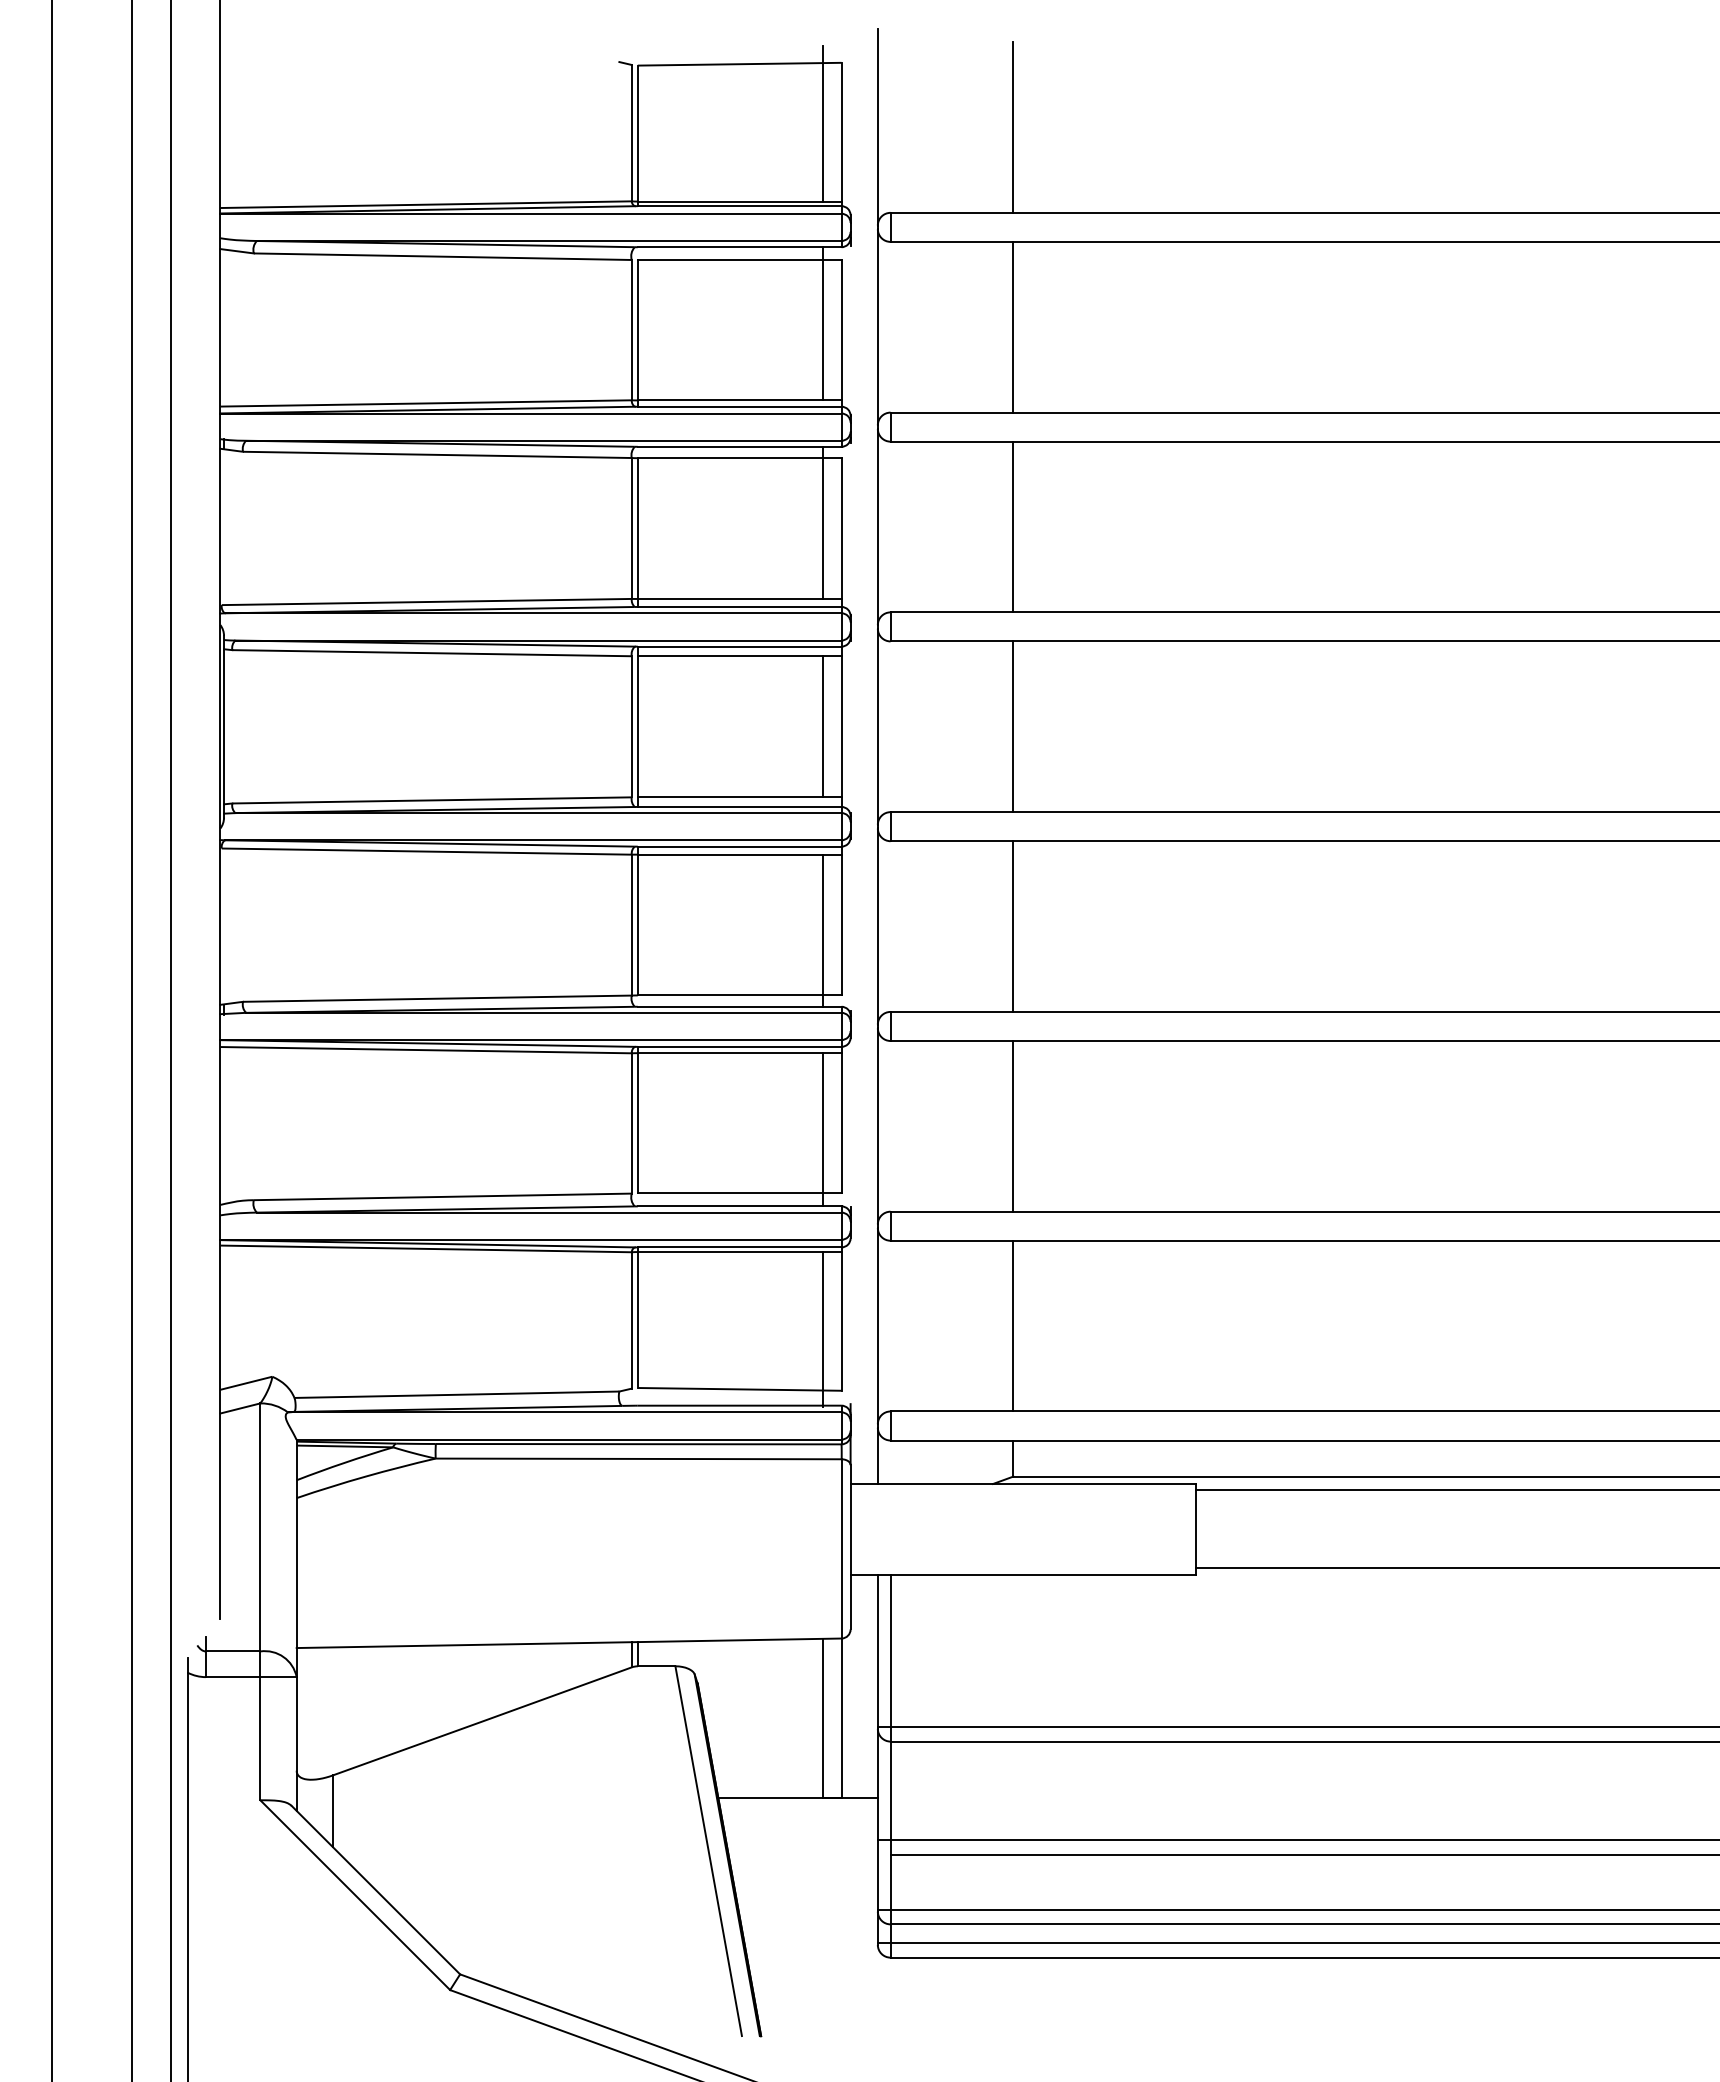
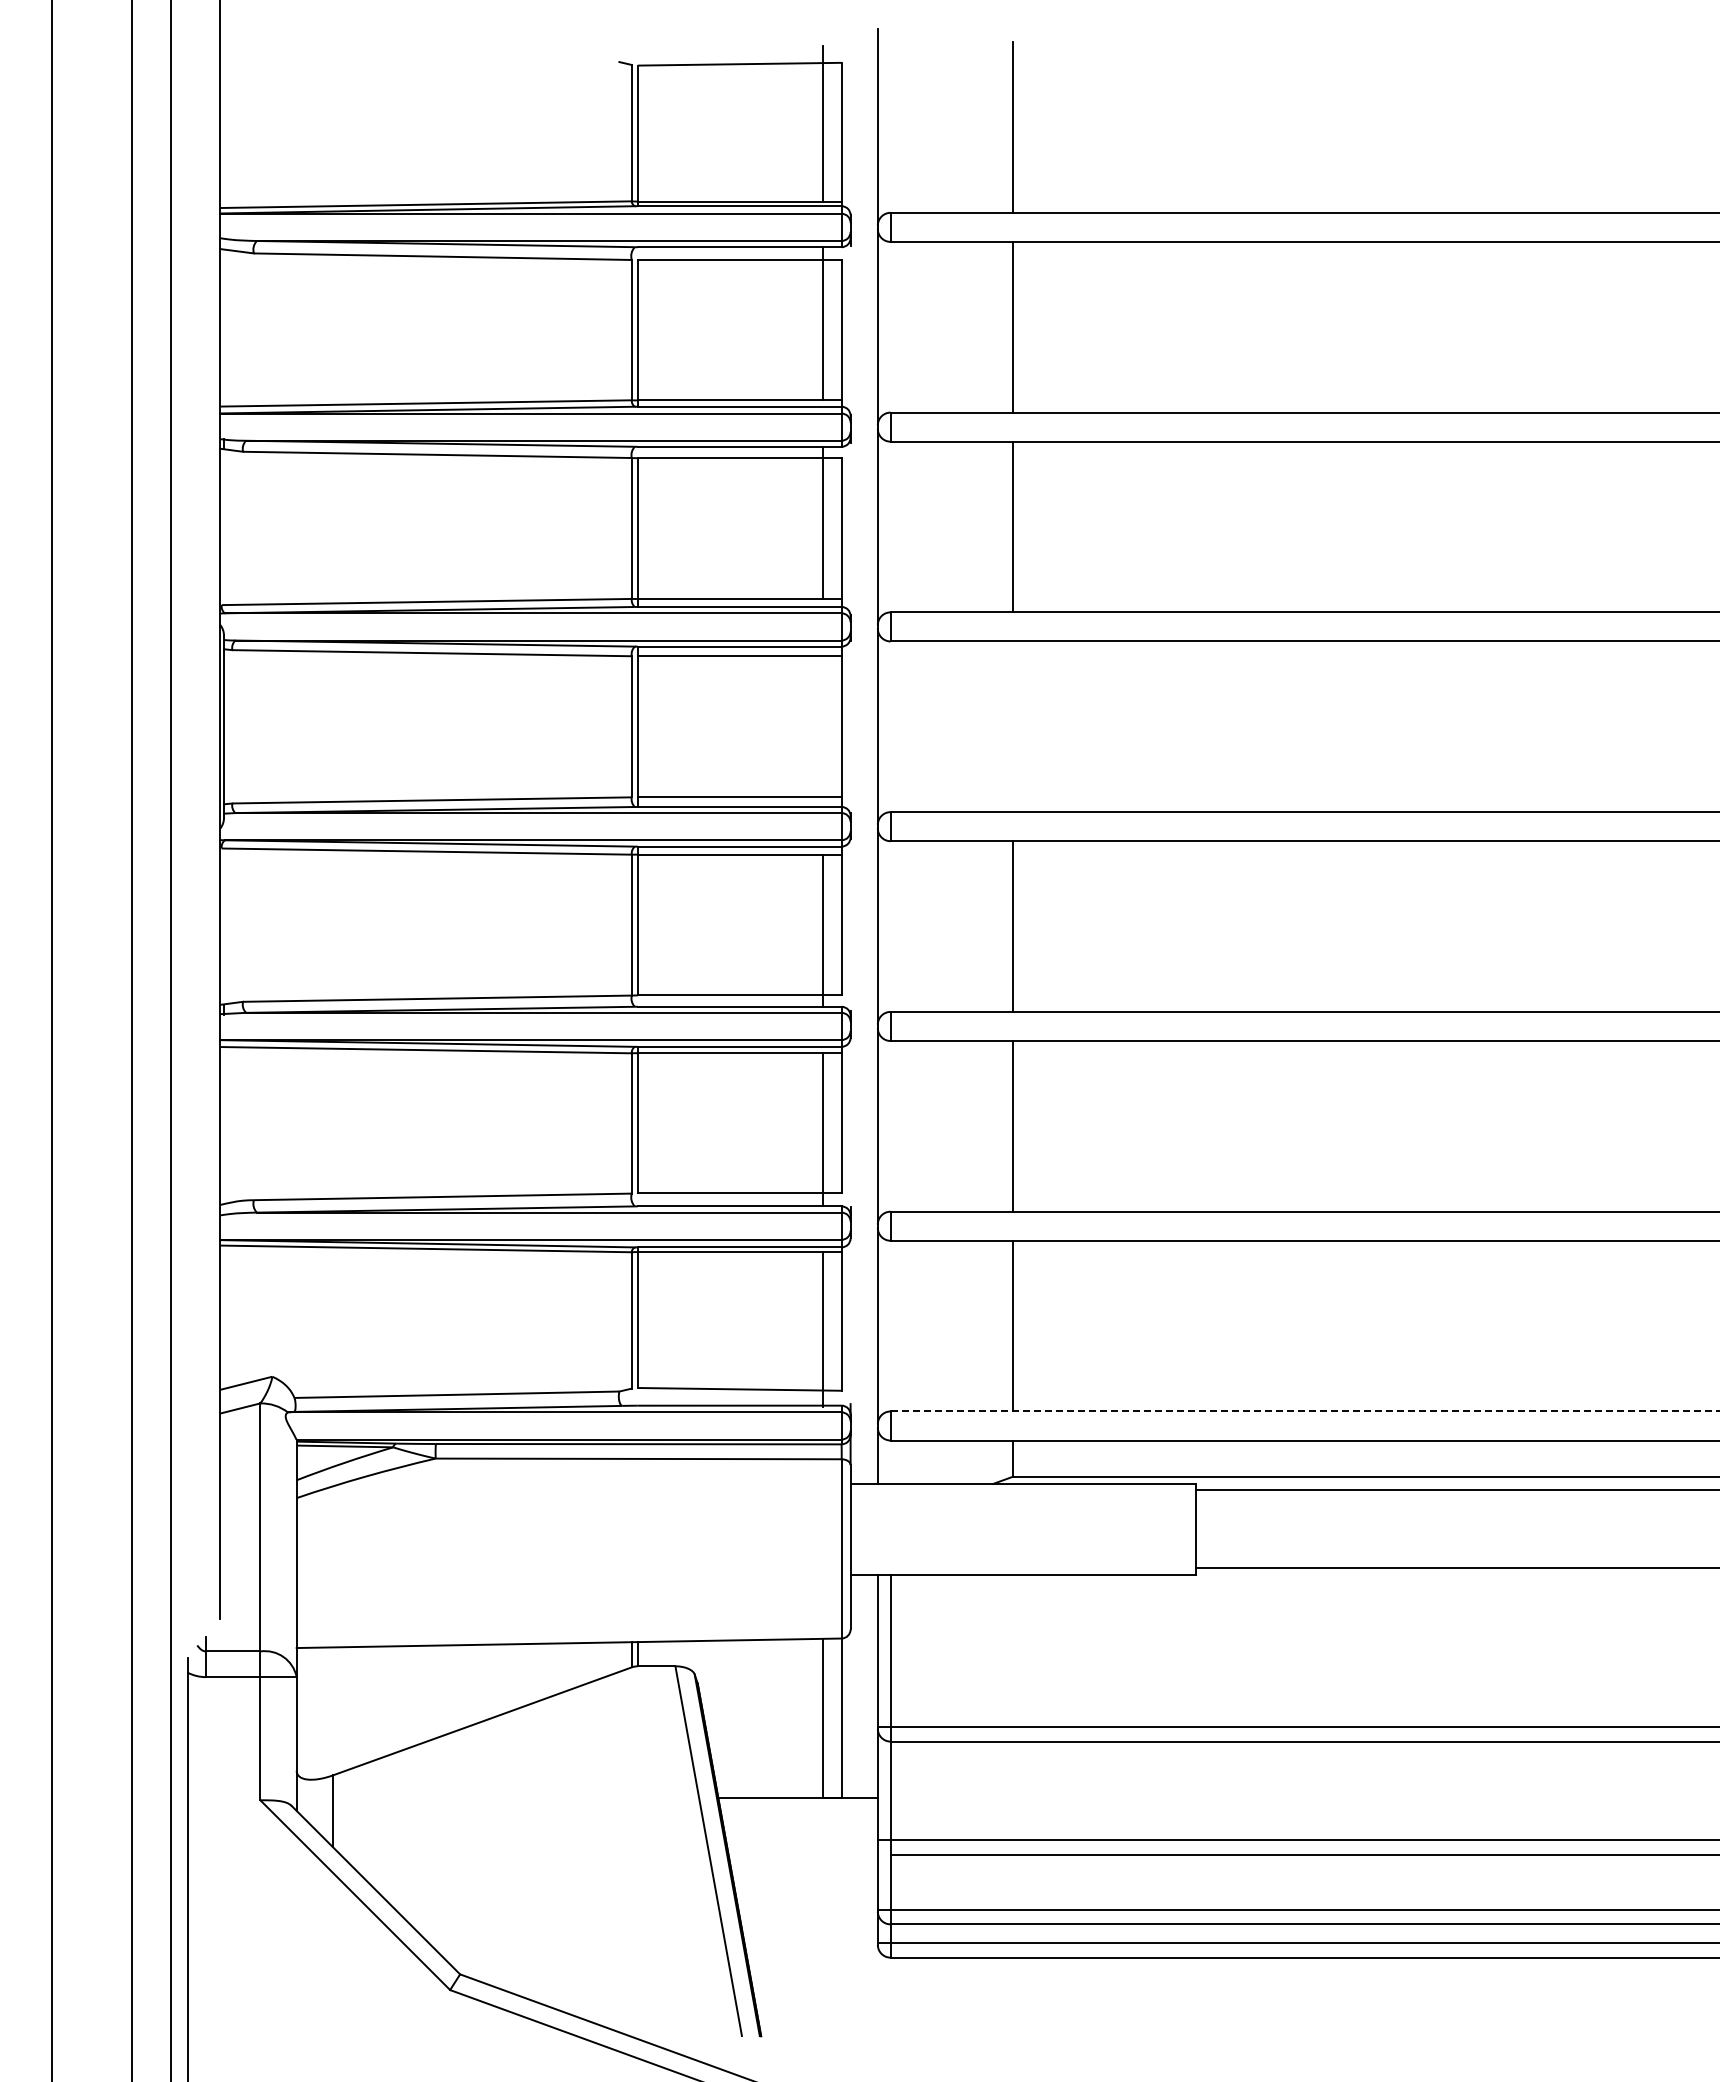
line at (823, 726): present -> none
line at (1013, 726): present -> none
line at (1304, 1411): solid -> dashed
